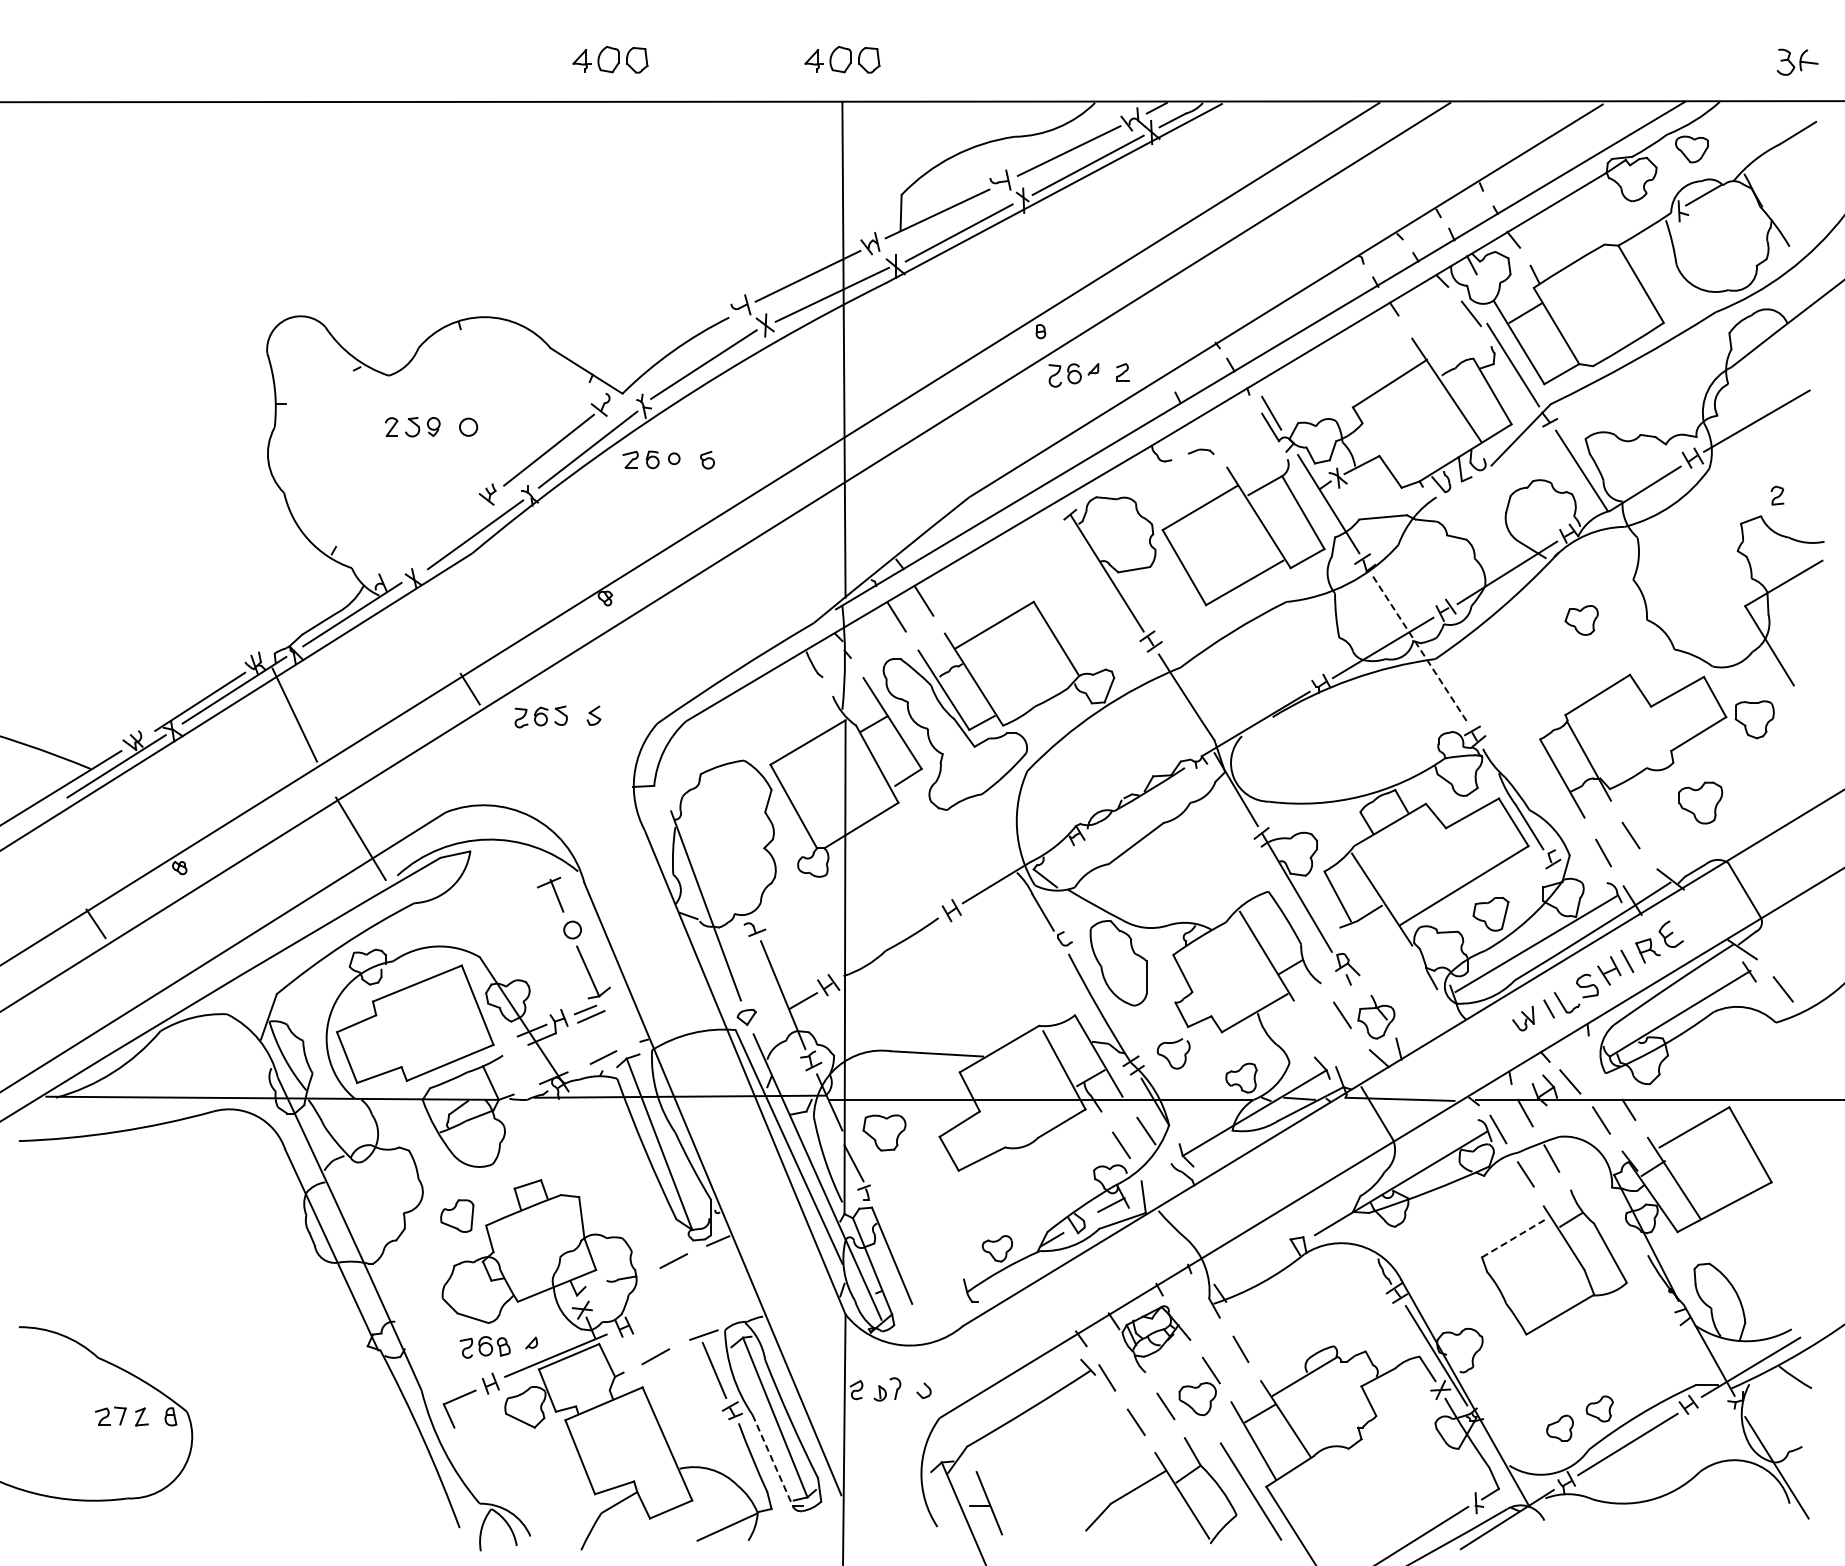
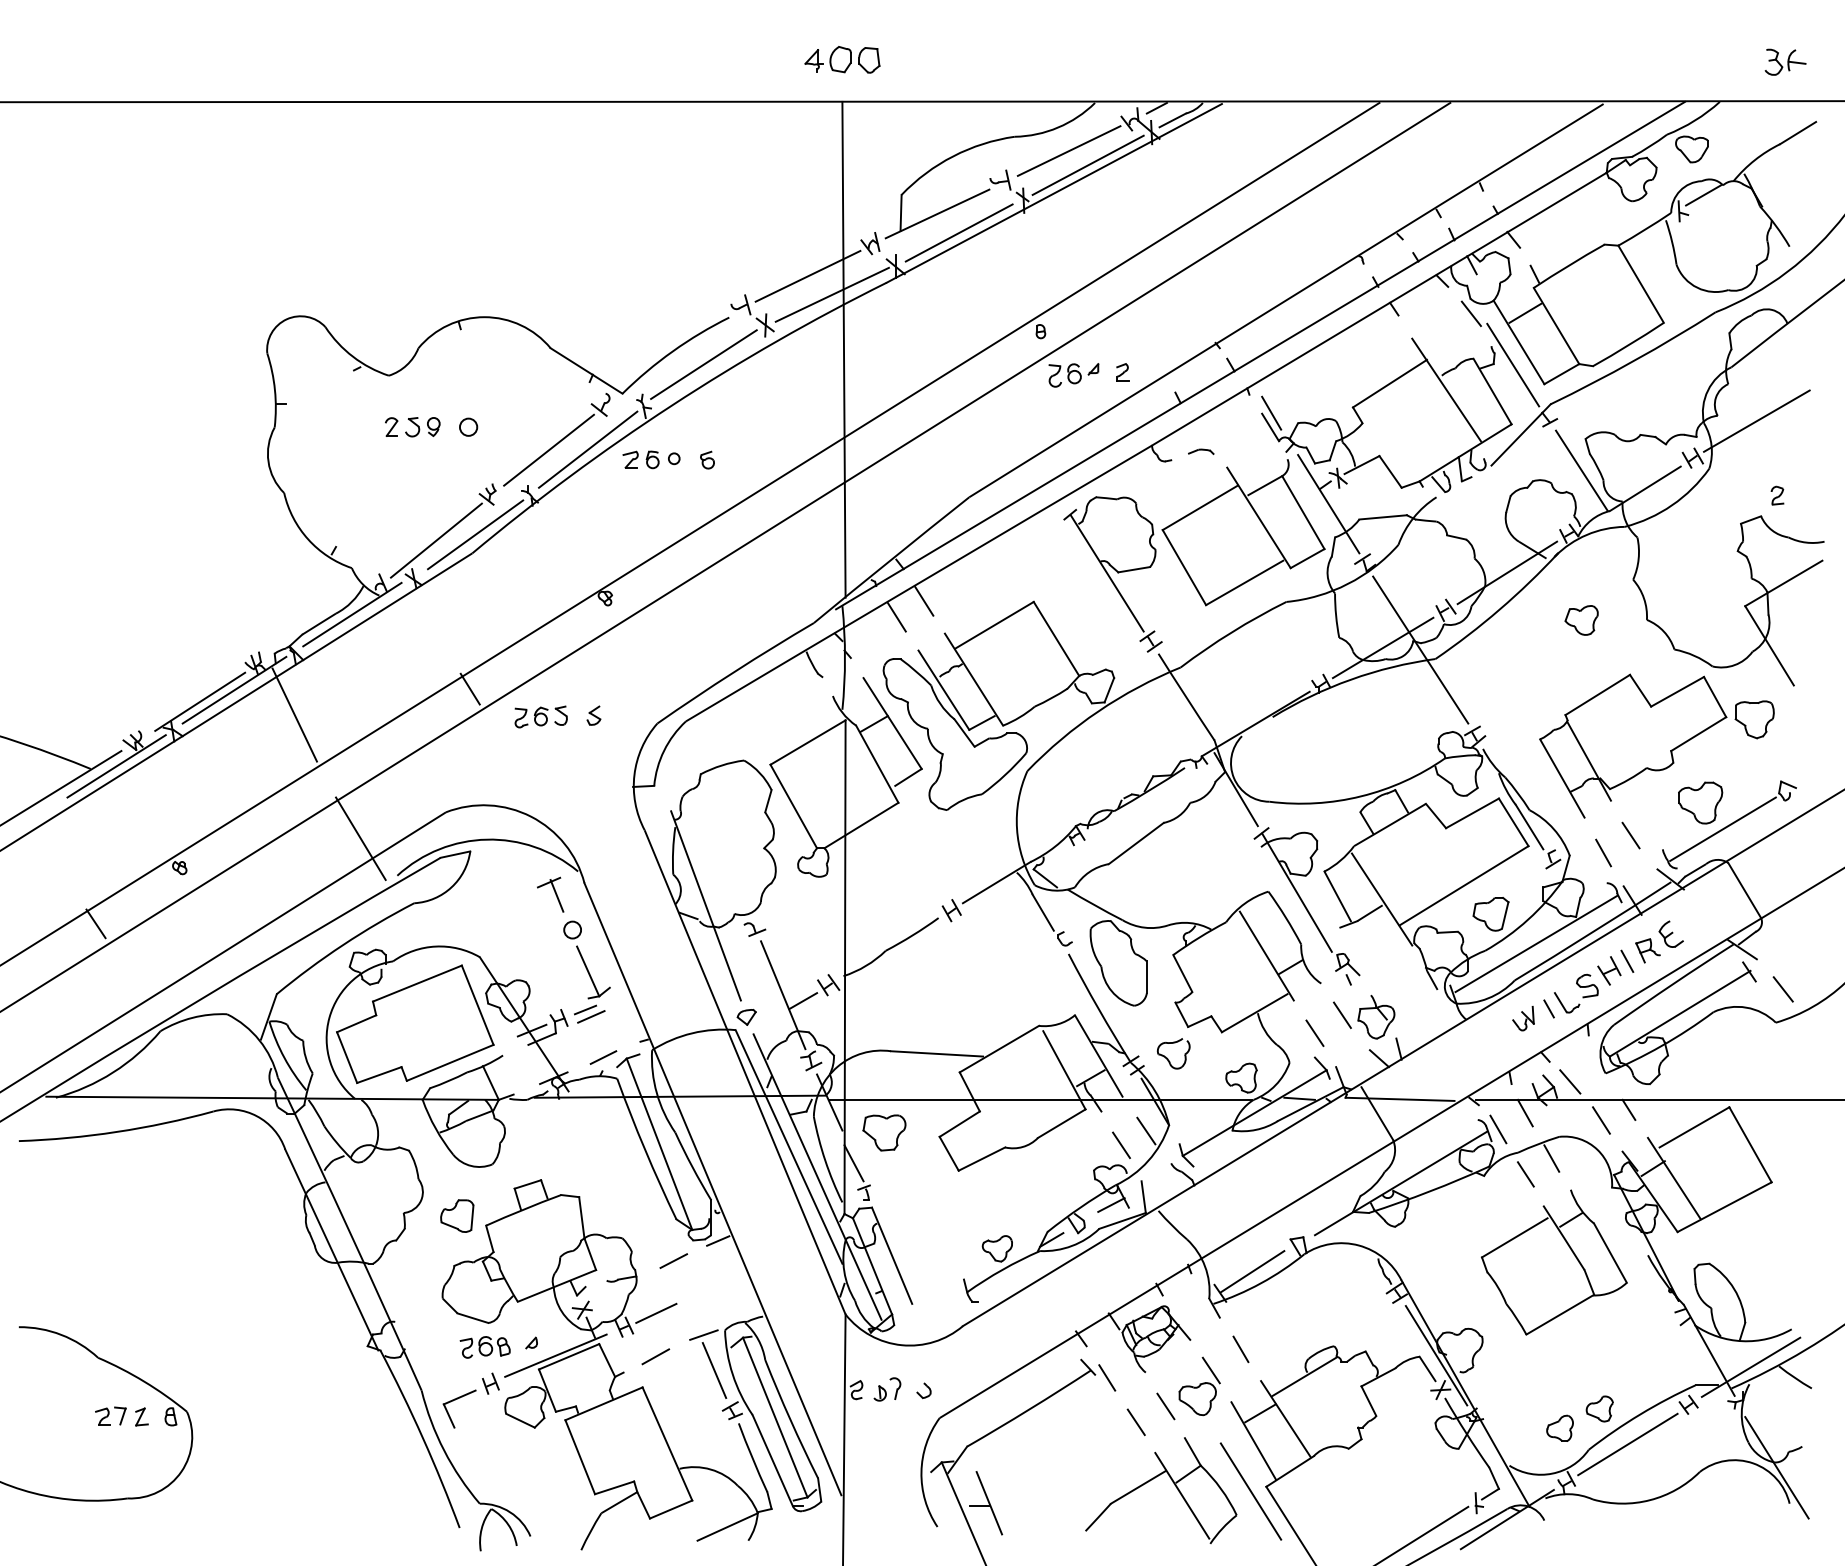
part at (610, 59): present -> none
part at (1797, 61) position: (1797, 61) -> (1785, 61)
line at (436, 540): none -> present
line at (1420, 650): dashed -> solid
part at (1729, 824): none -> present
line at (1314, 1032): none -> present
line at (1515, 1237): dashed -> solid
line at (1252, 1271): none -> present
line at (656, 1312): none -> present
line at (772, 1460): dashed -> solid
